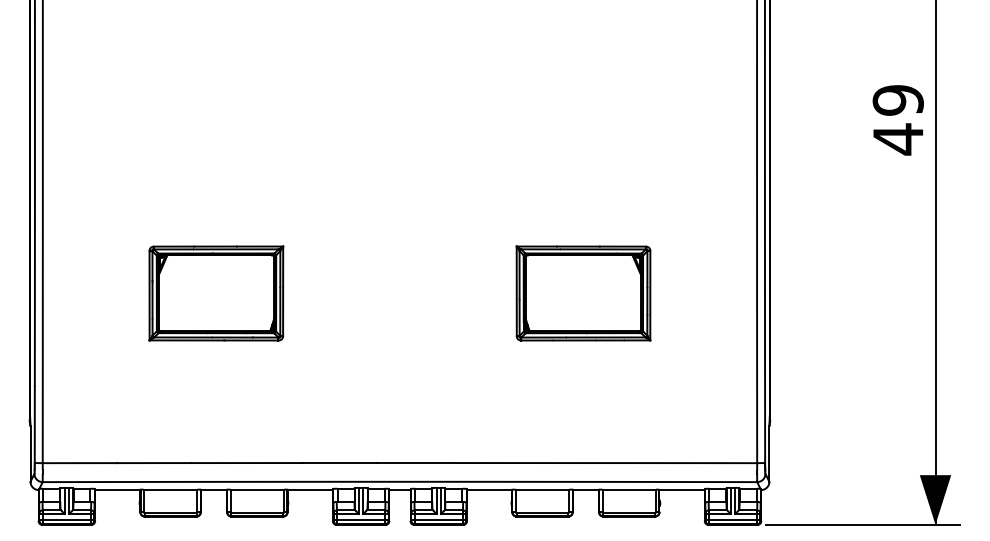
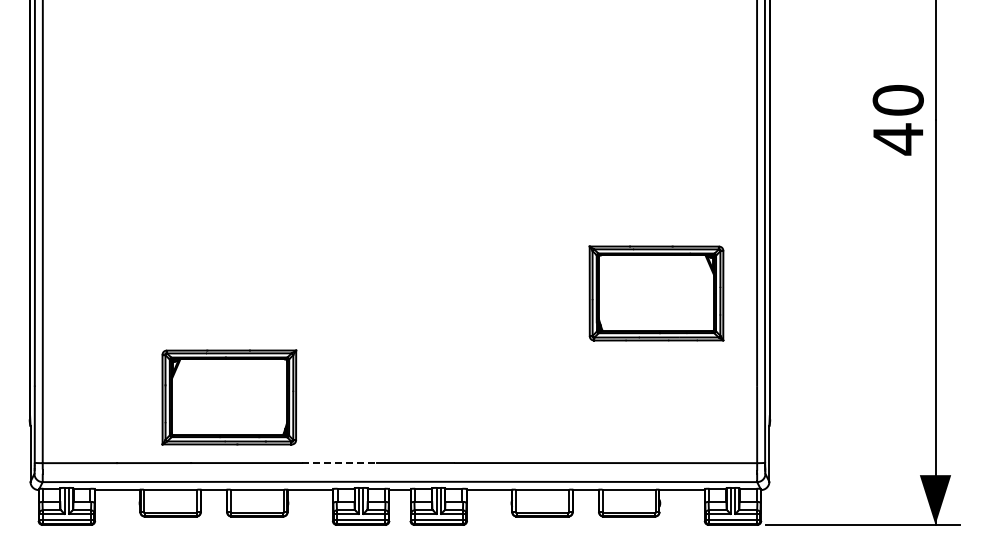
text at (897, 100): 49 -> 40
part at (216, 293) position: (216, 293) -> (229, 397)
part at (583, 293) position: (583, 293) -> (656, 293)
line at (340, 463): solid -> dashed
